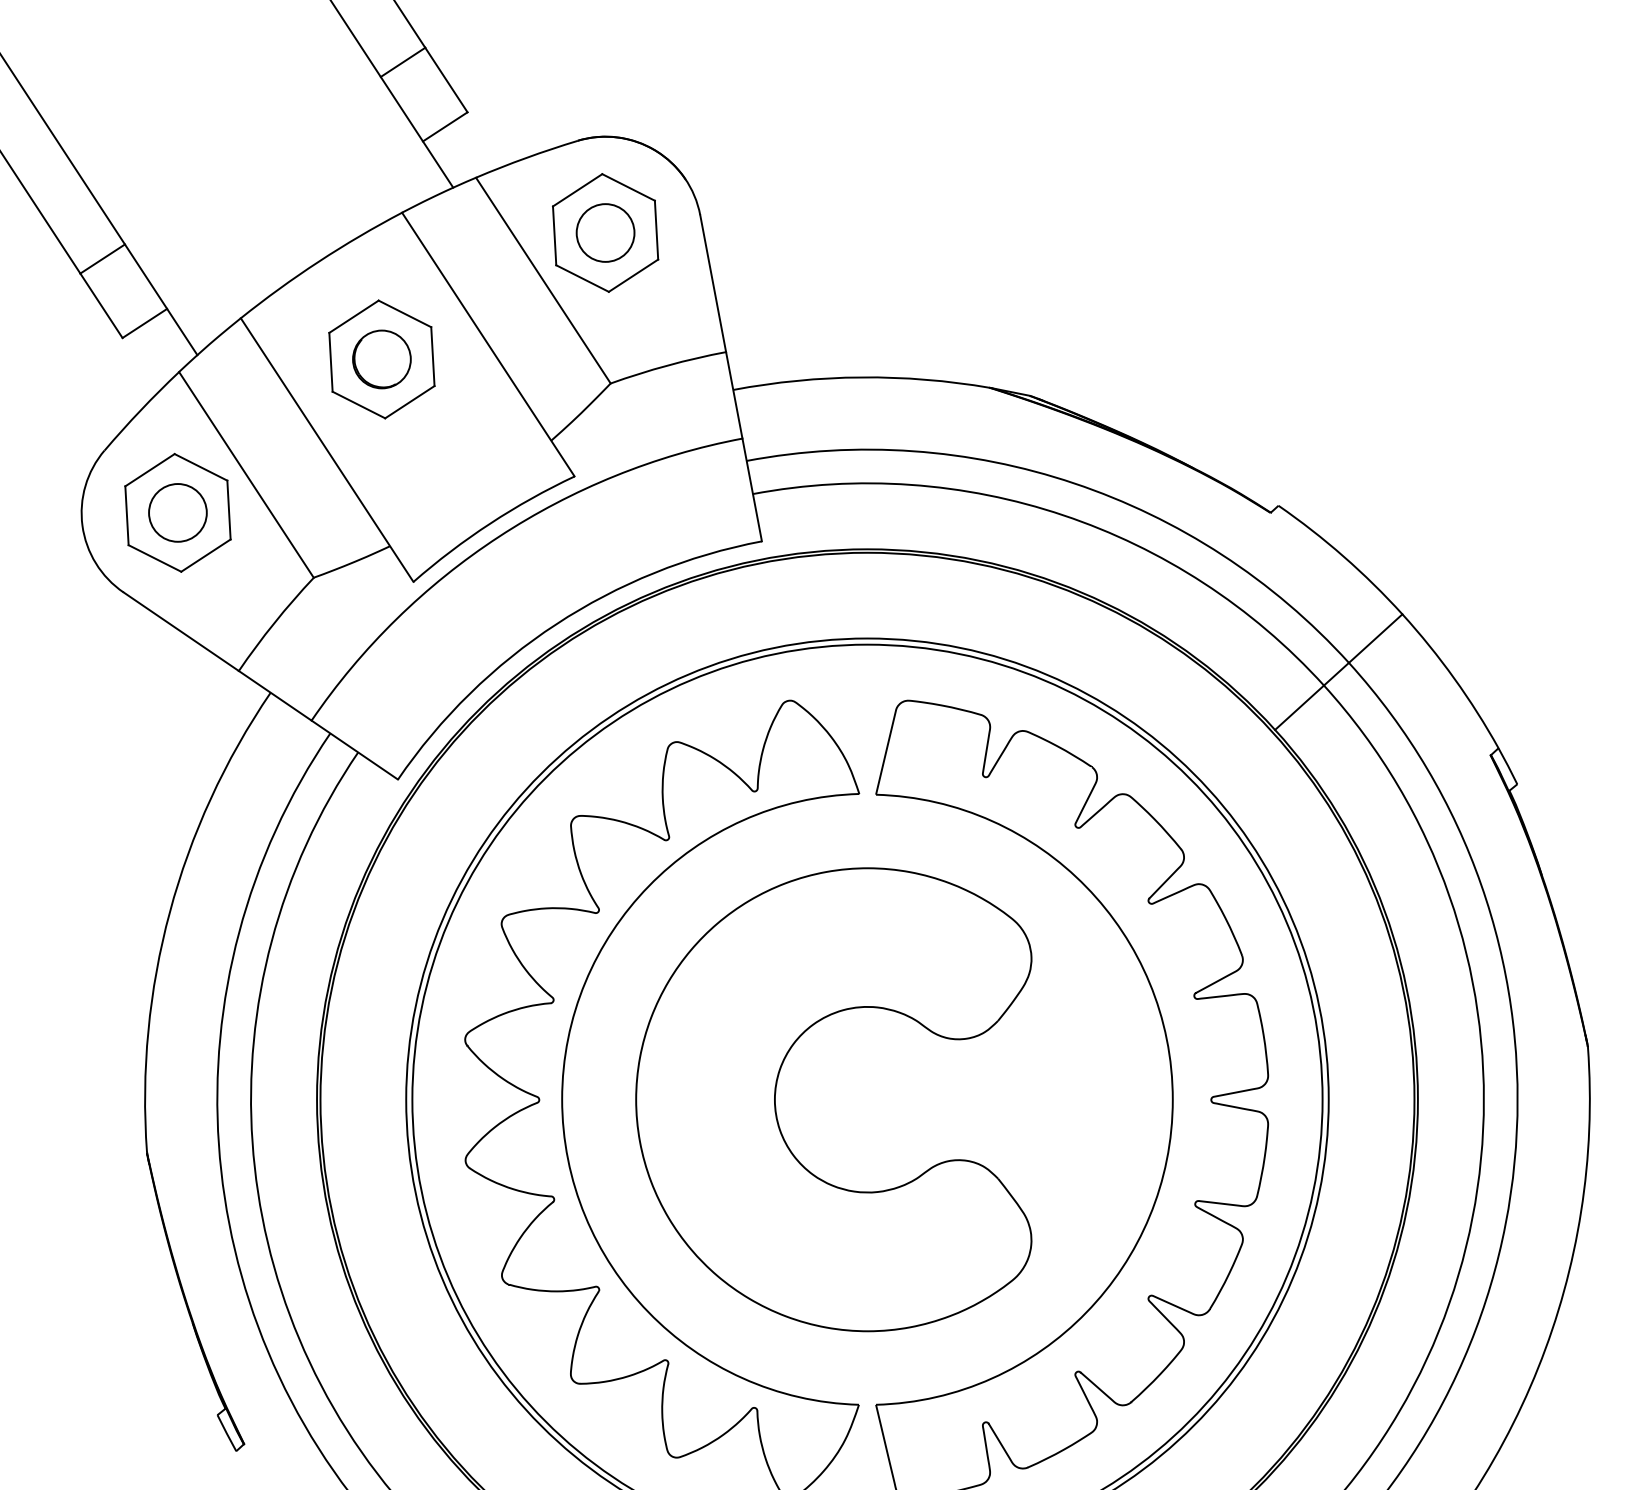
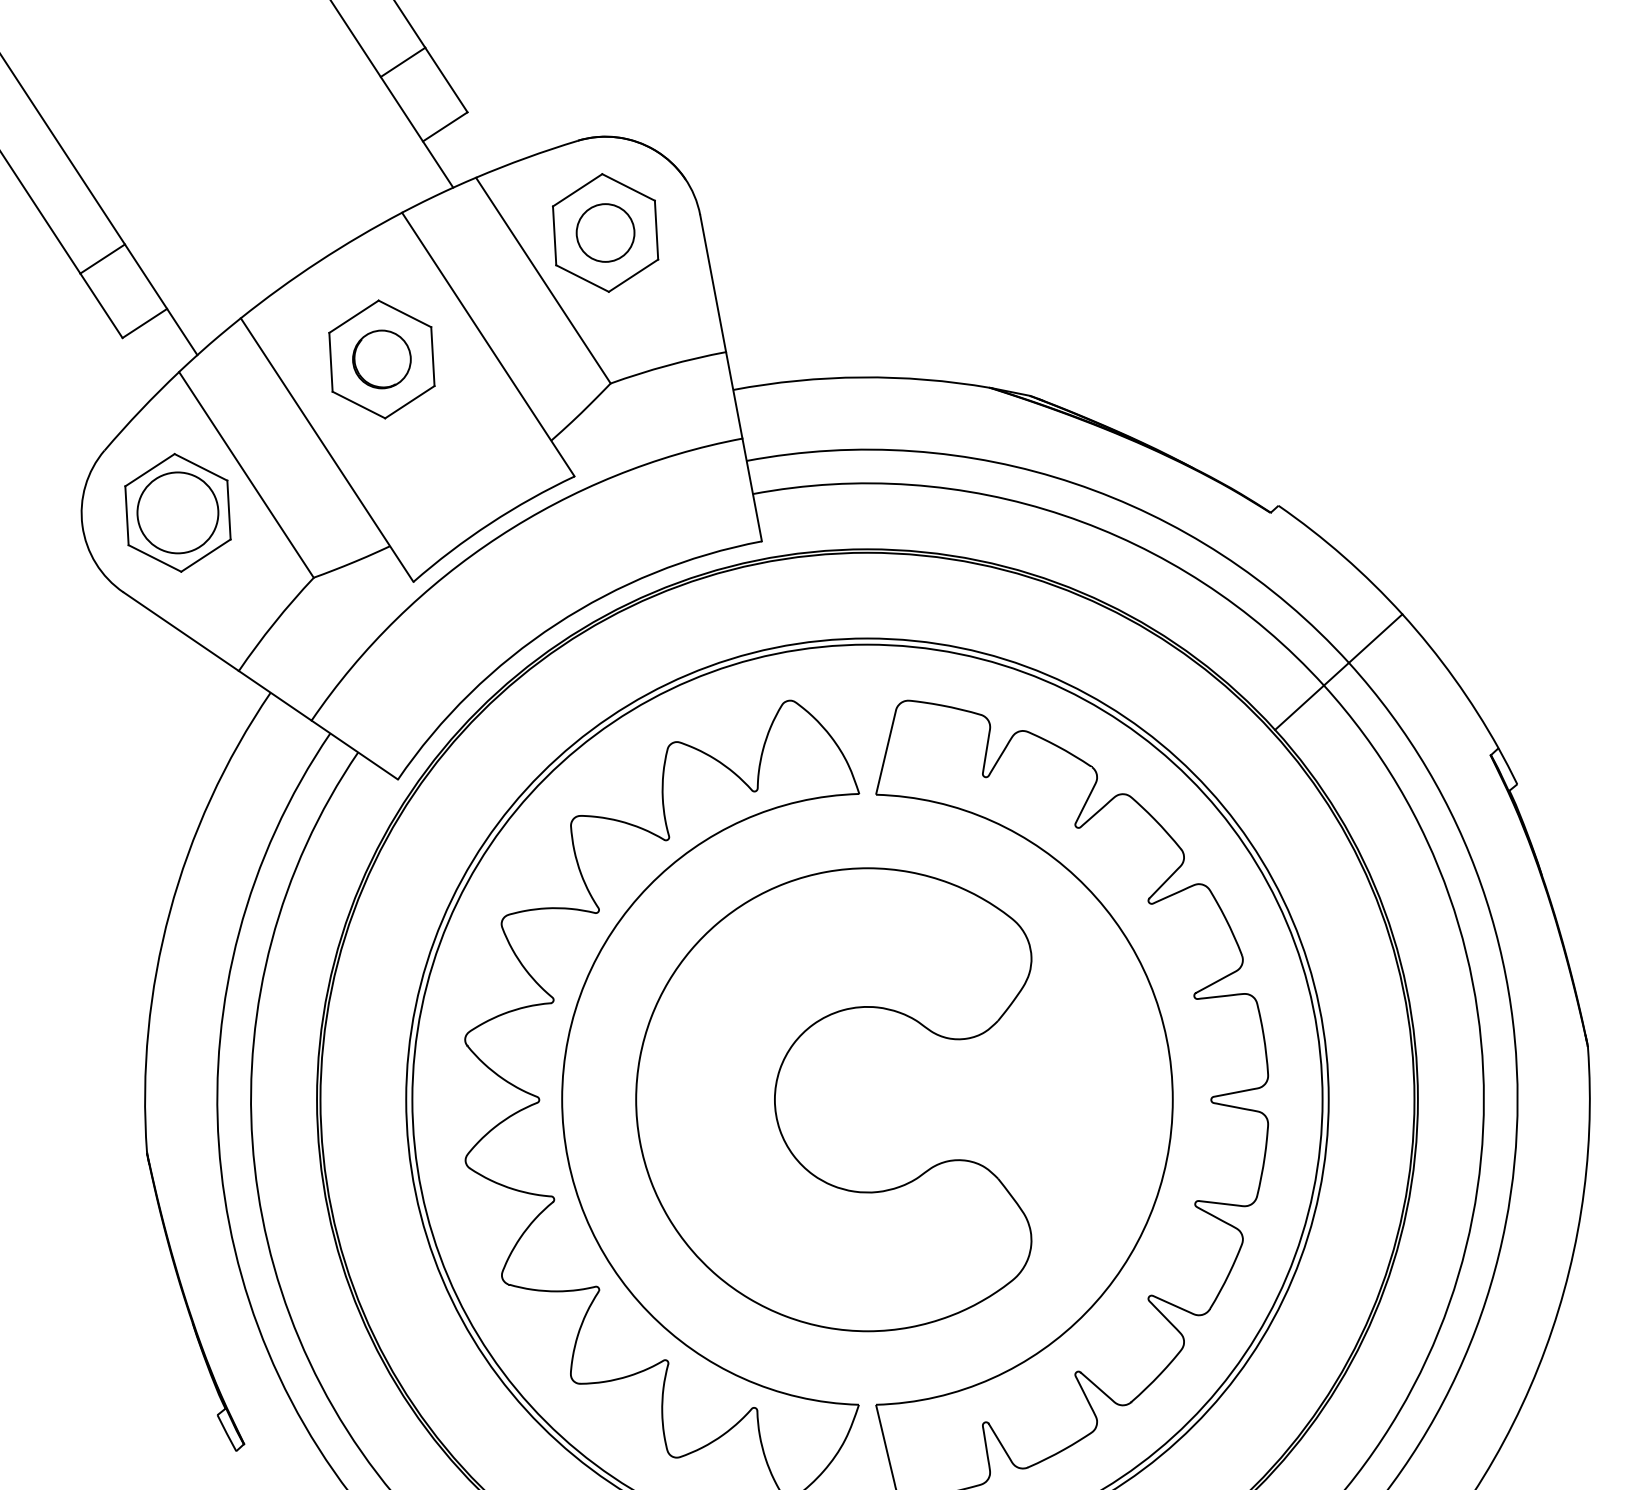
circle at (177, 512) diameter: 58 px -> 81 px
